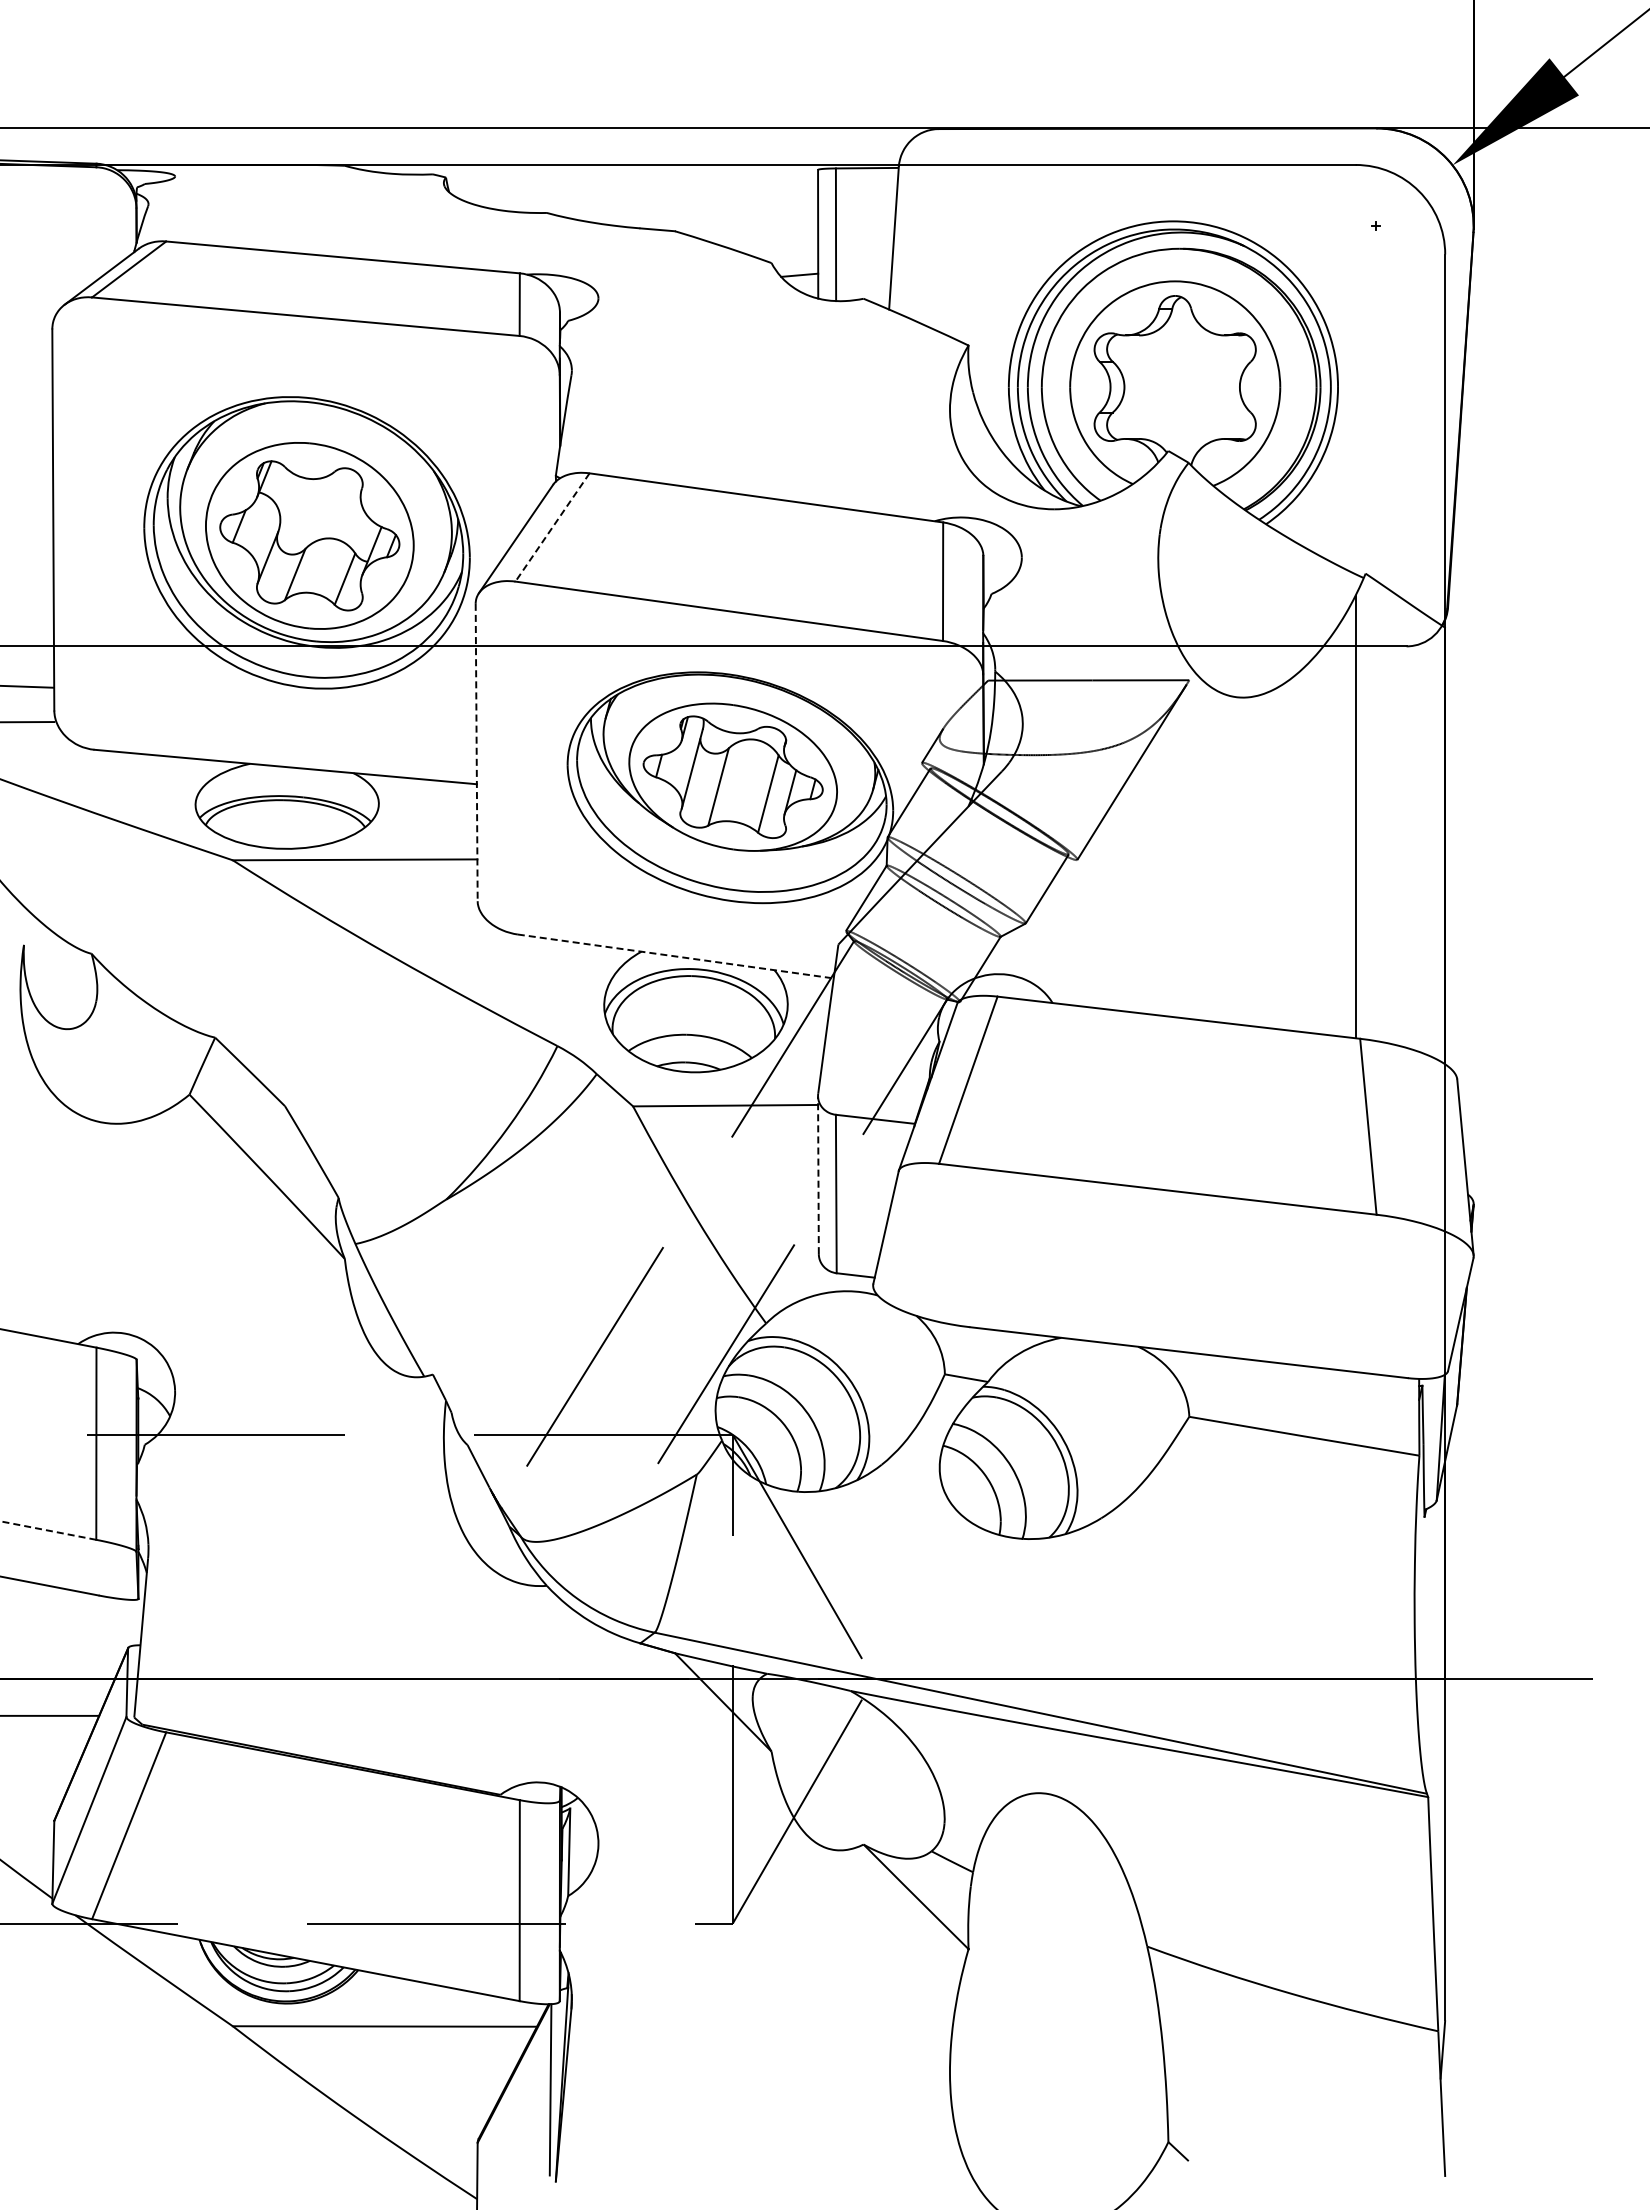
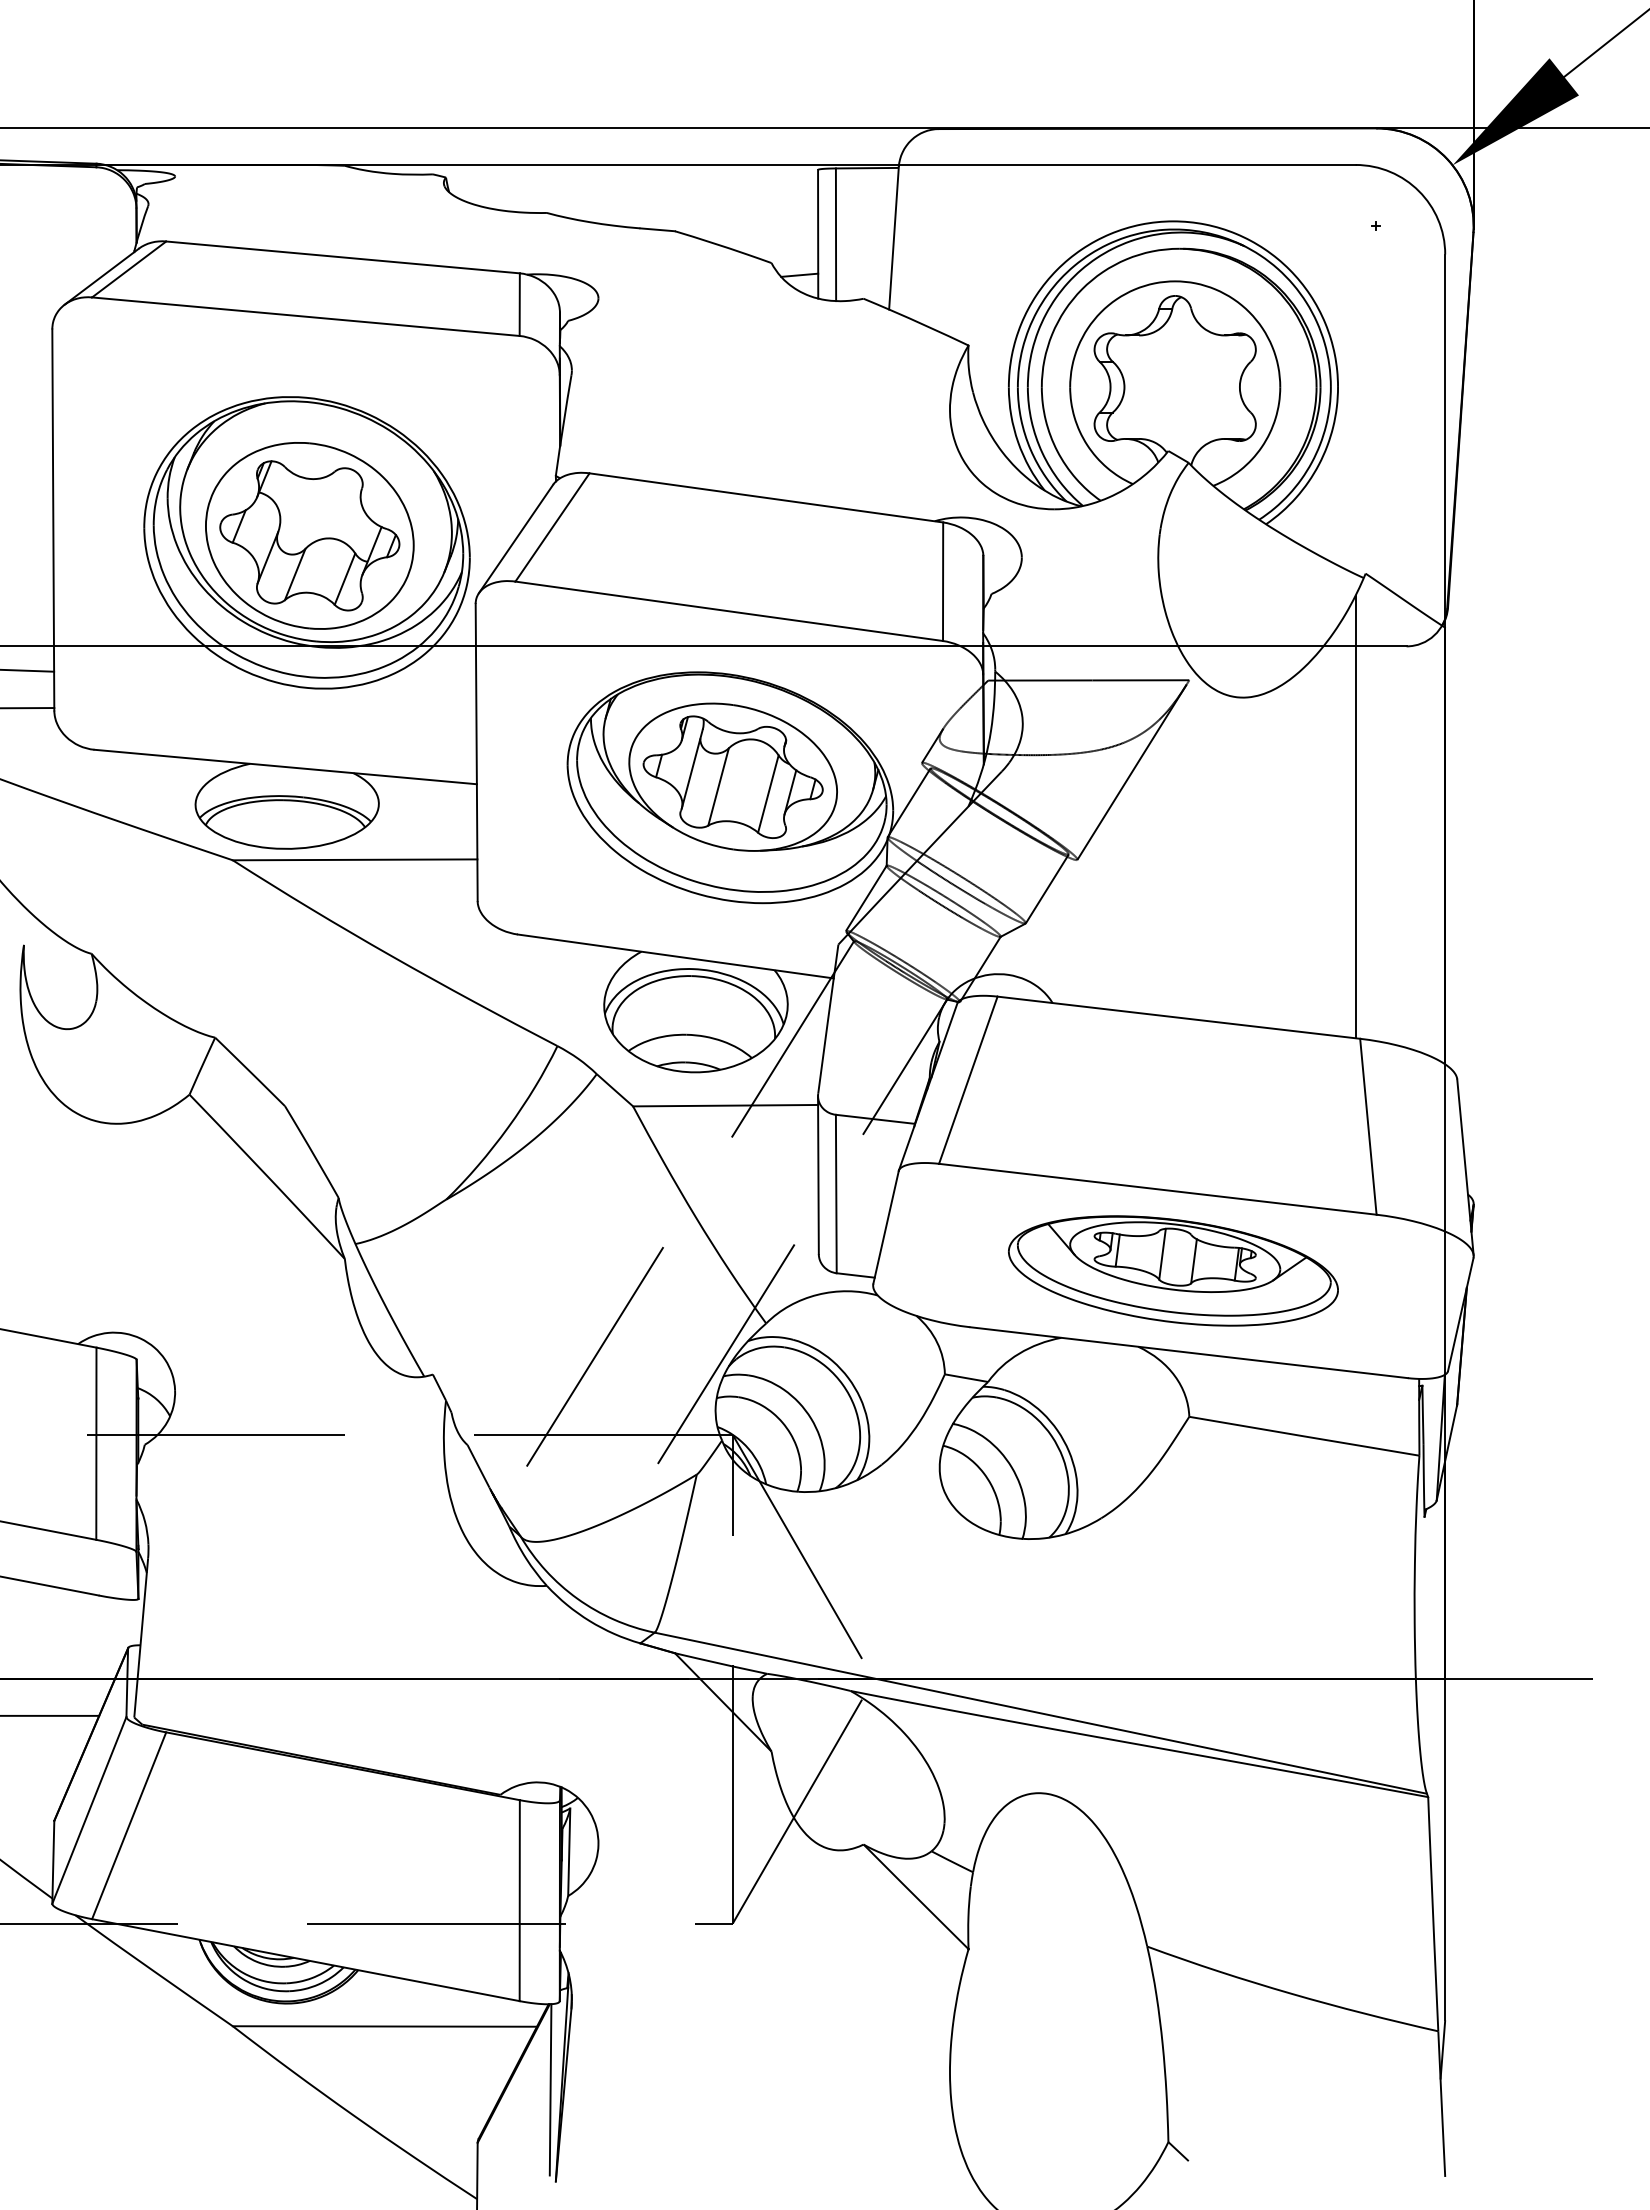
line at (552, 527): dashed -> solid
line at (27, 686) position: (27, 686) -> (28, 670)
line at (28, 722) position: (28, 722) -> (28, 708)
line at (476, 752): dashed -> solid
line at (676, 956): dashed -> solid
line at (818, 1175): dashed -> solid
part at (1173, 1270): none -> present
line at (48, 1530): dashed -> solid
